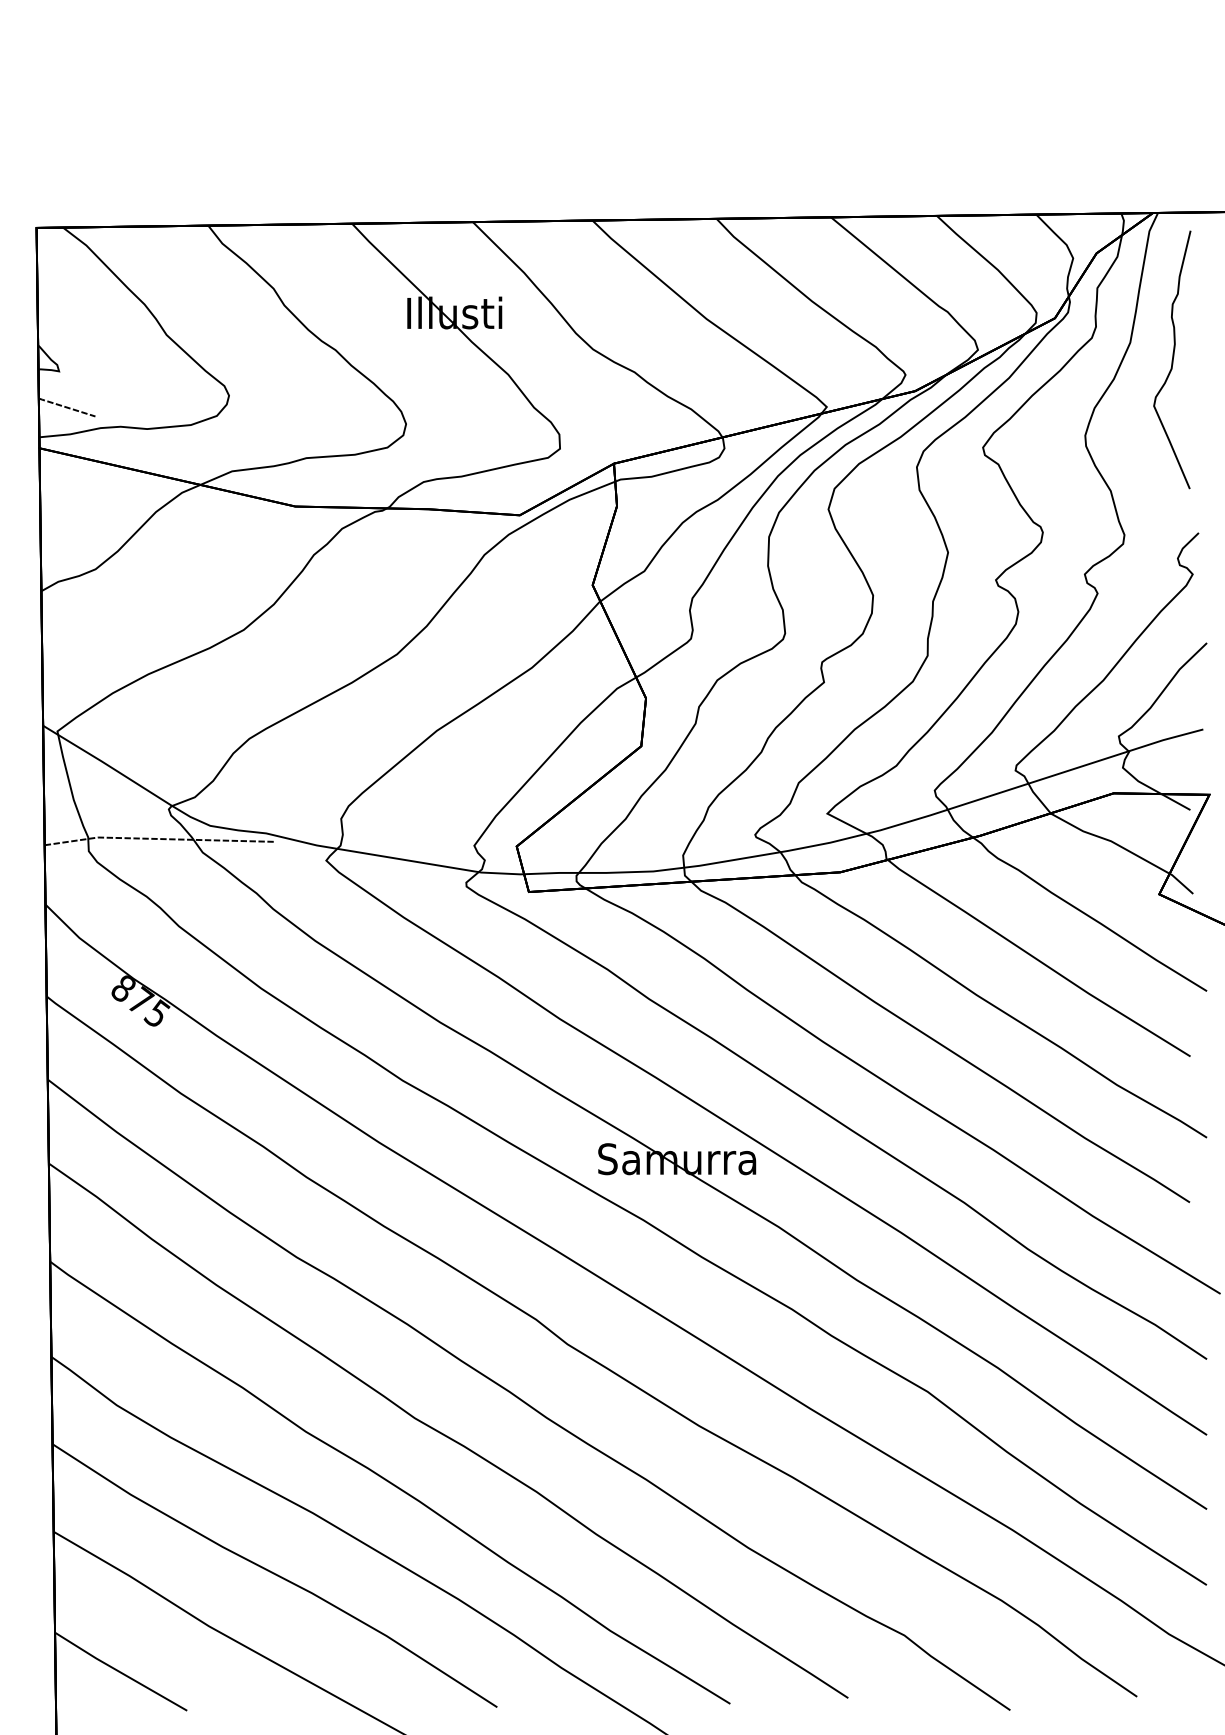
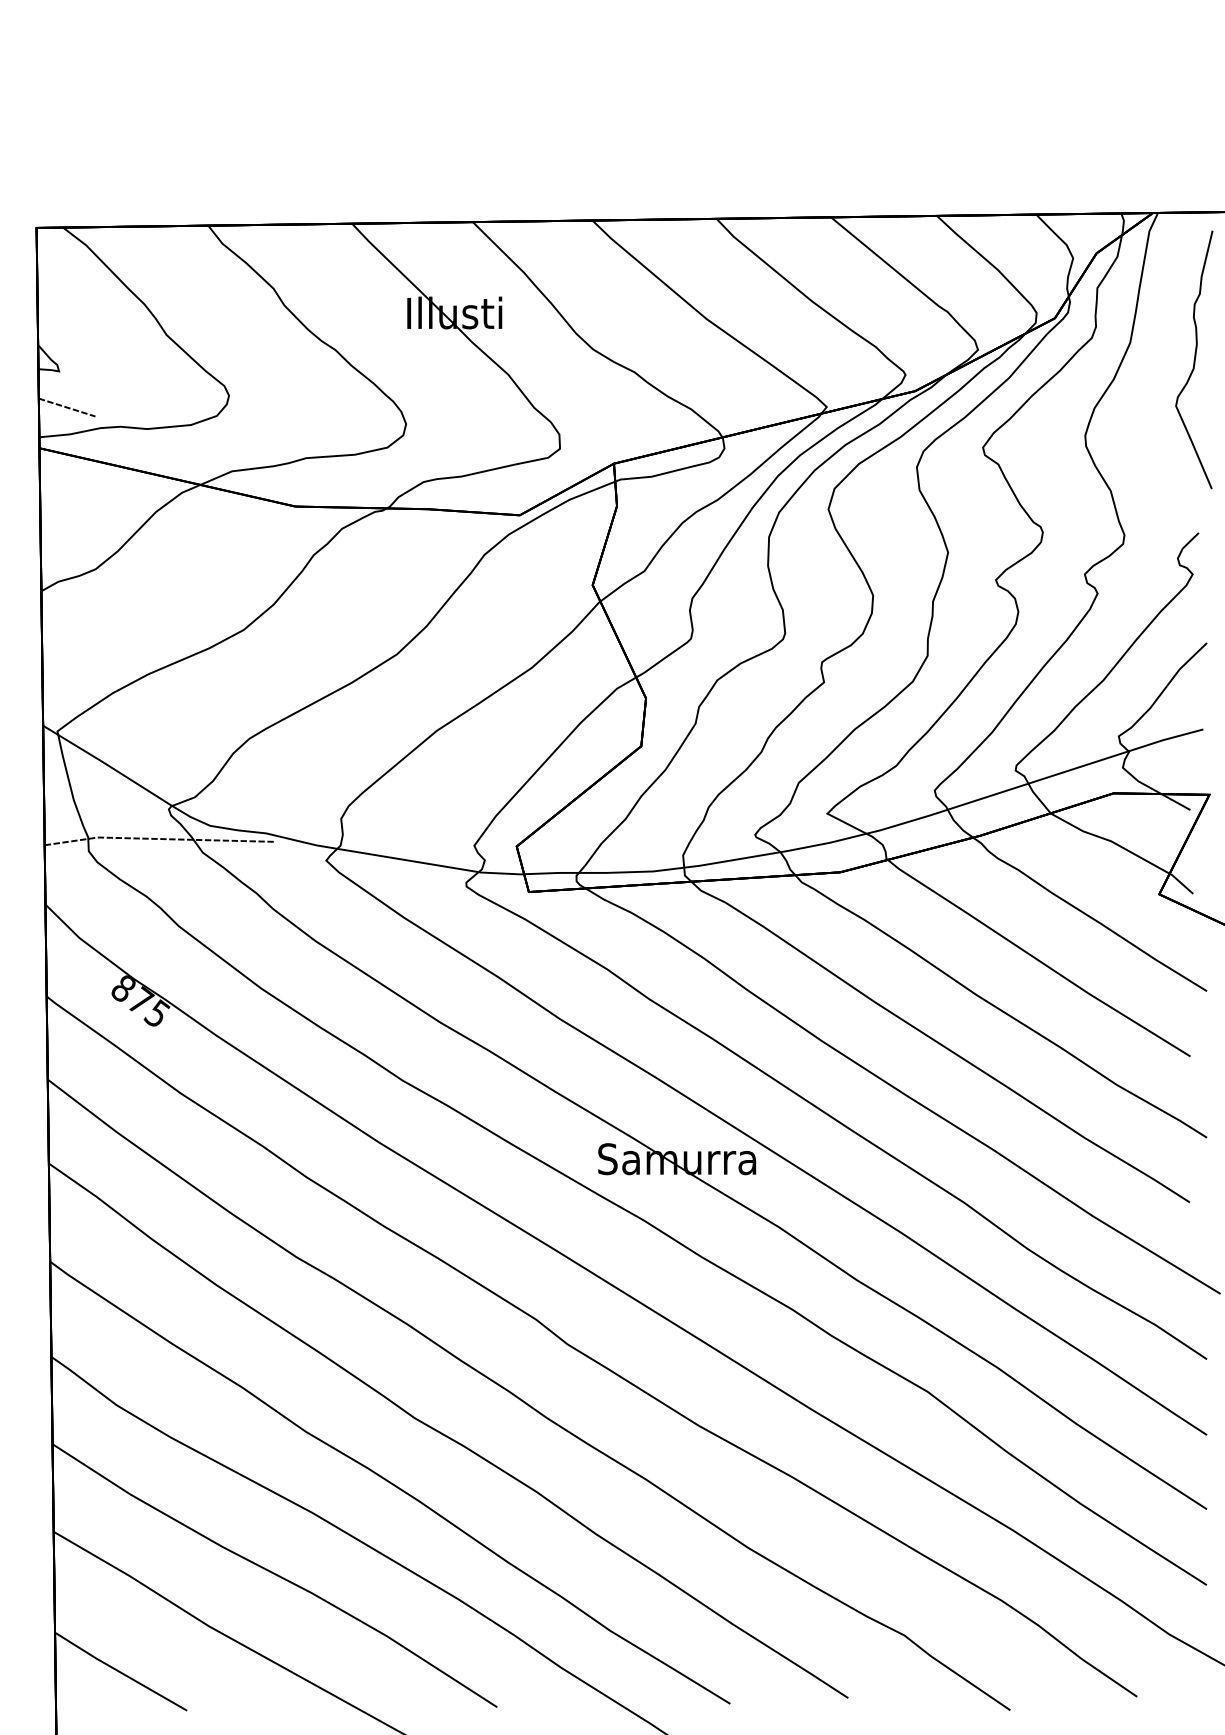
curve at (1172, 359) position: (1172, 359) -> (1194, 359)
